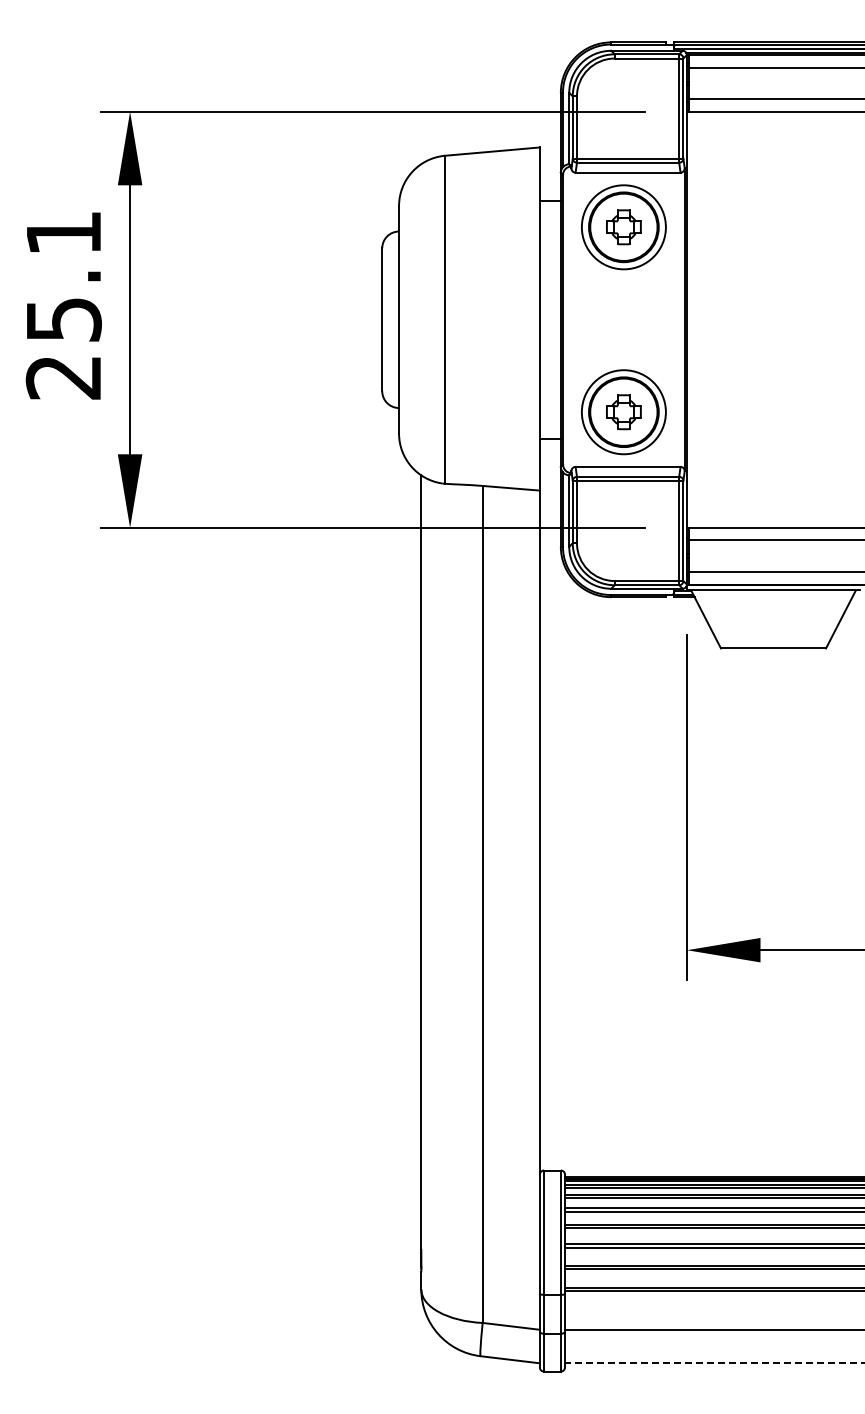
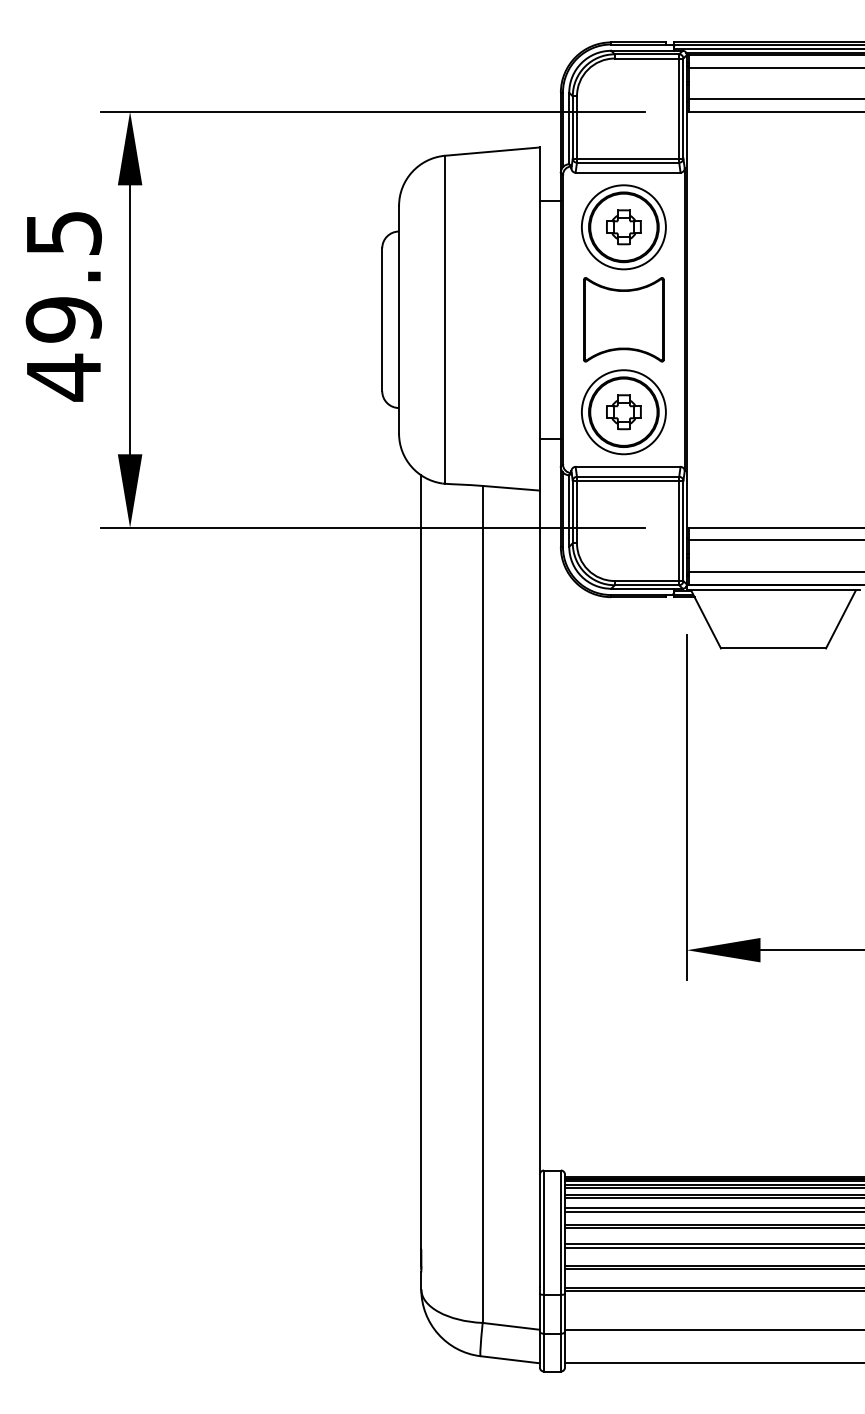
text at (63, 306): 25.1 -> 49.5
part at (623, 319): none -> present
line at (714, 1363): dashed -> solid
